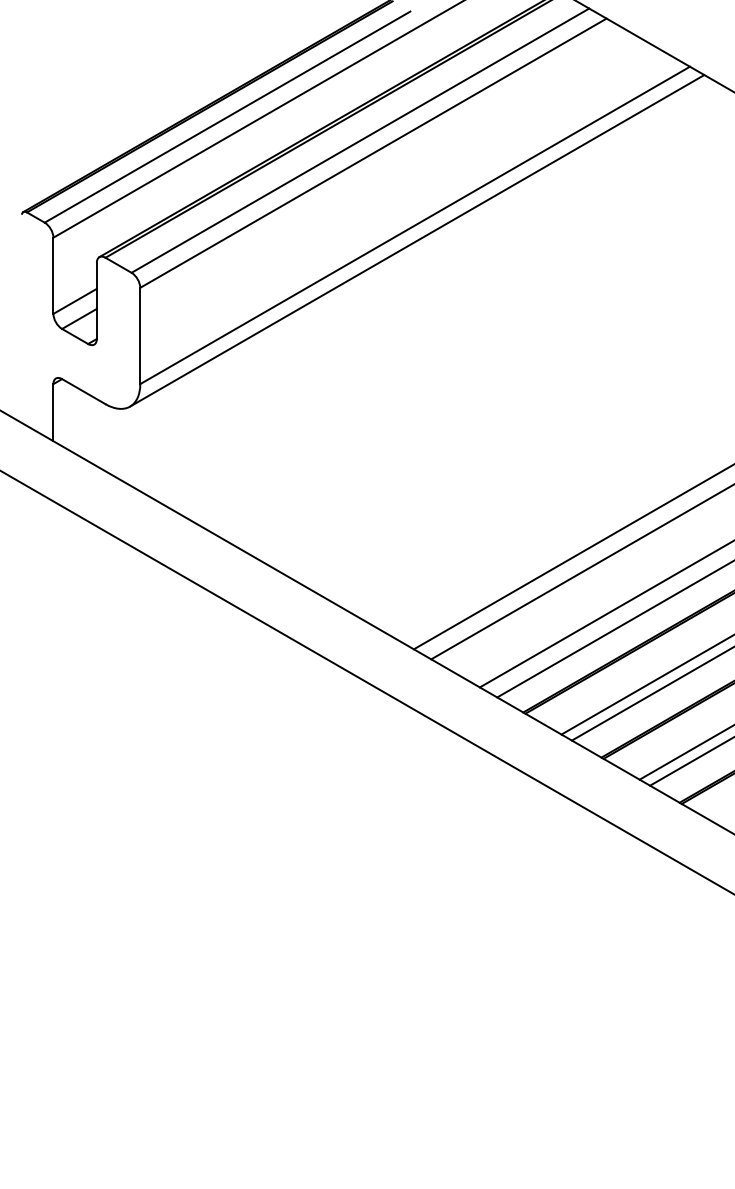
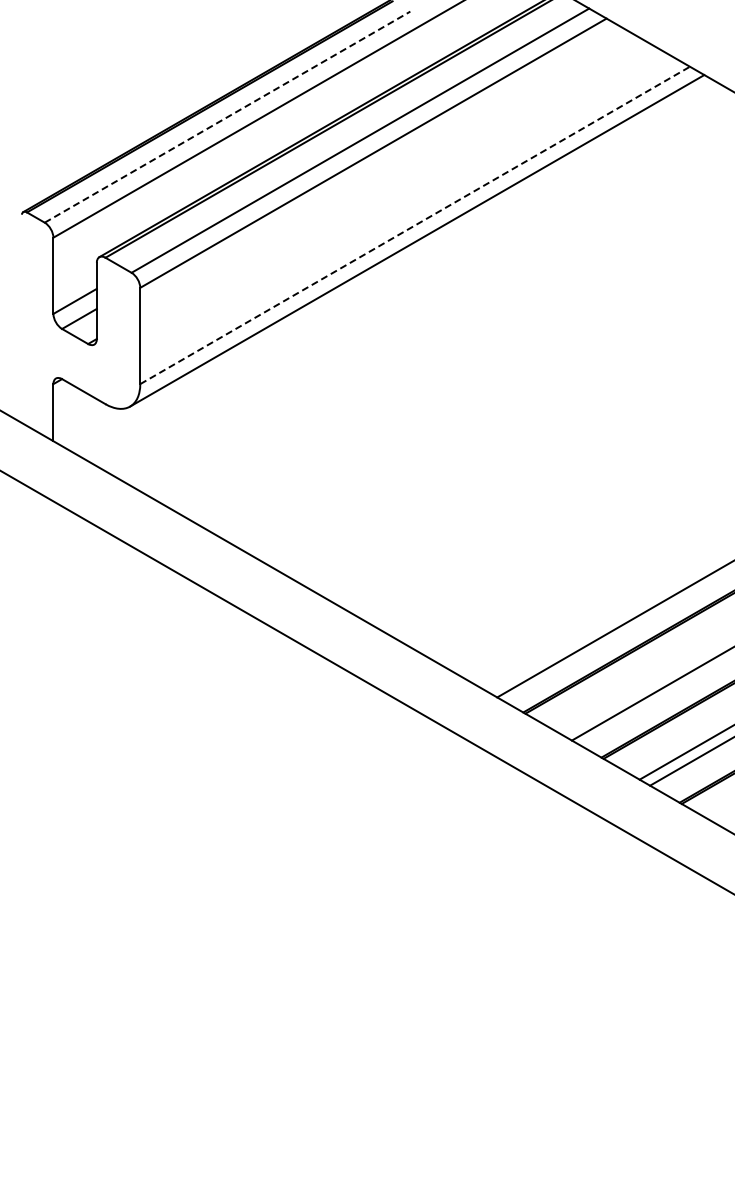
line at (227, 116): solid -> dashed
line at (415, 225): solid -> dashed
line at (572, 557): present -> none
line at (581, 572): present -> none
line at (605, 614): present -> none
line at (646, 685): present -> none
